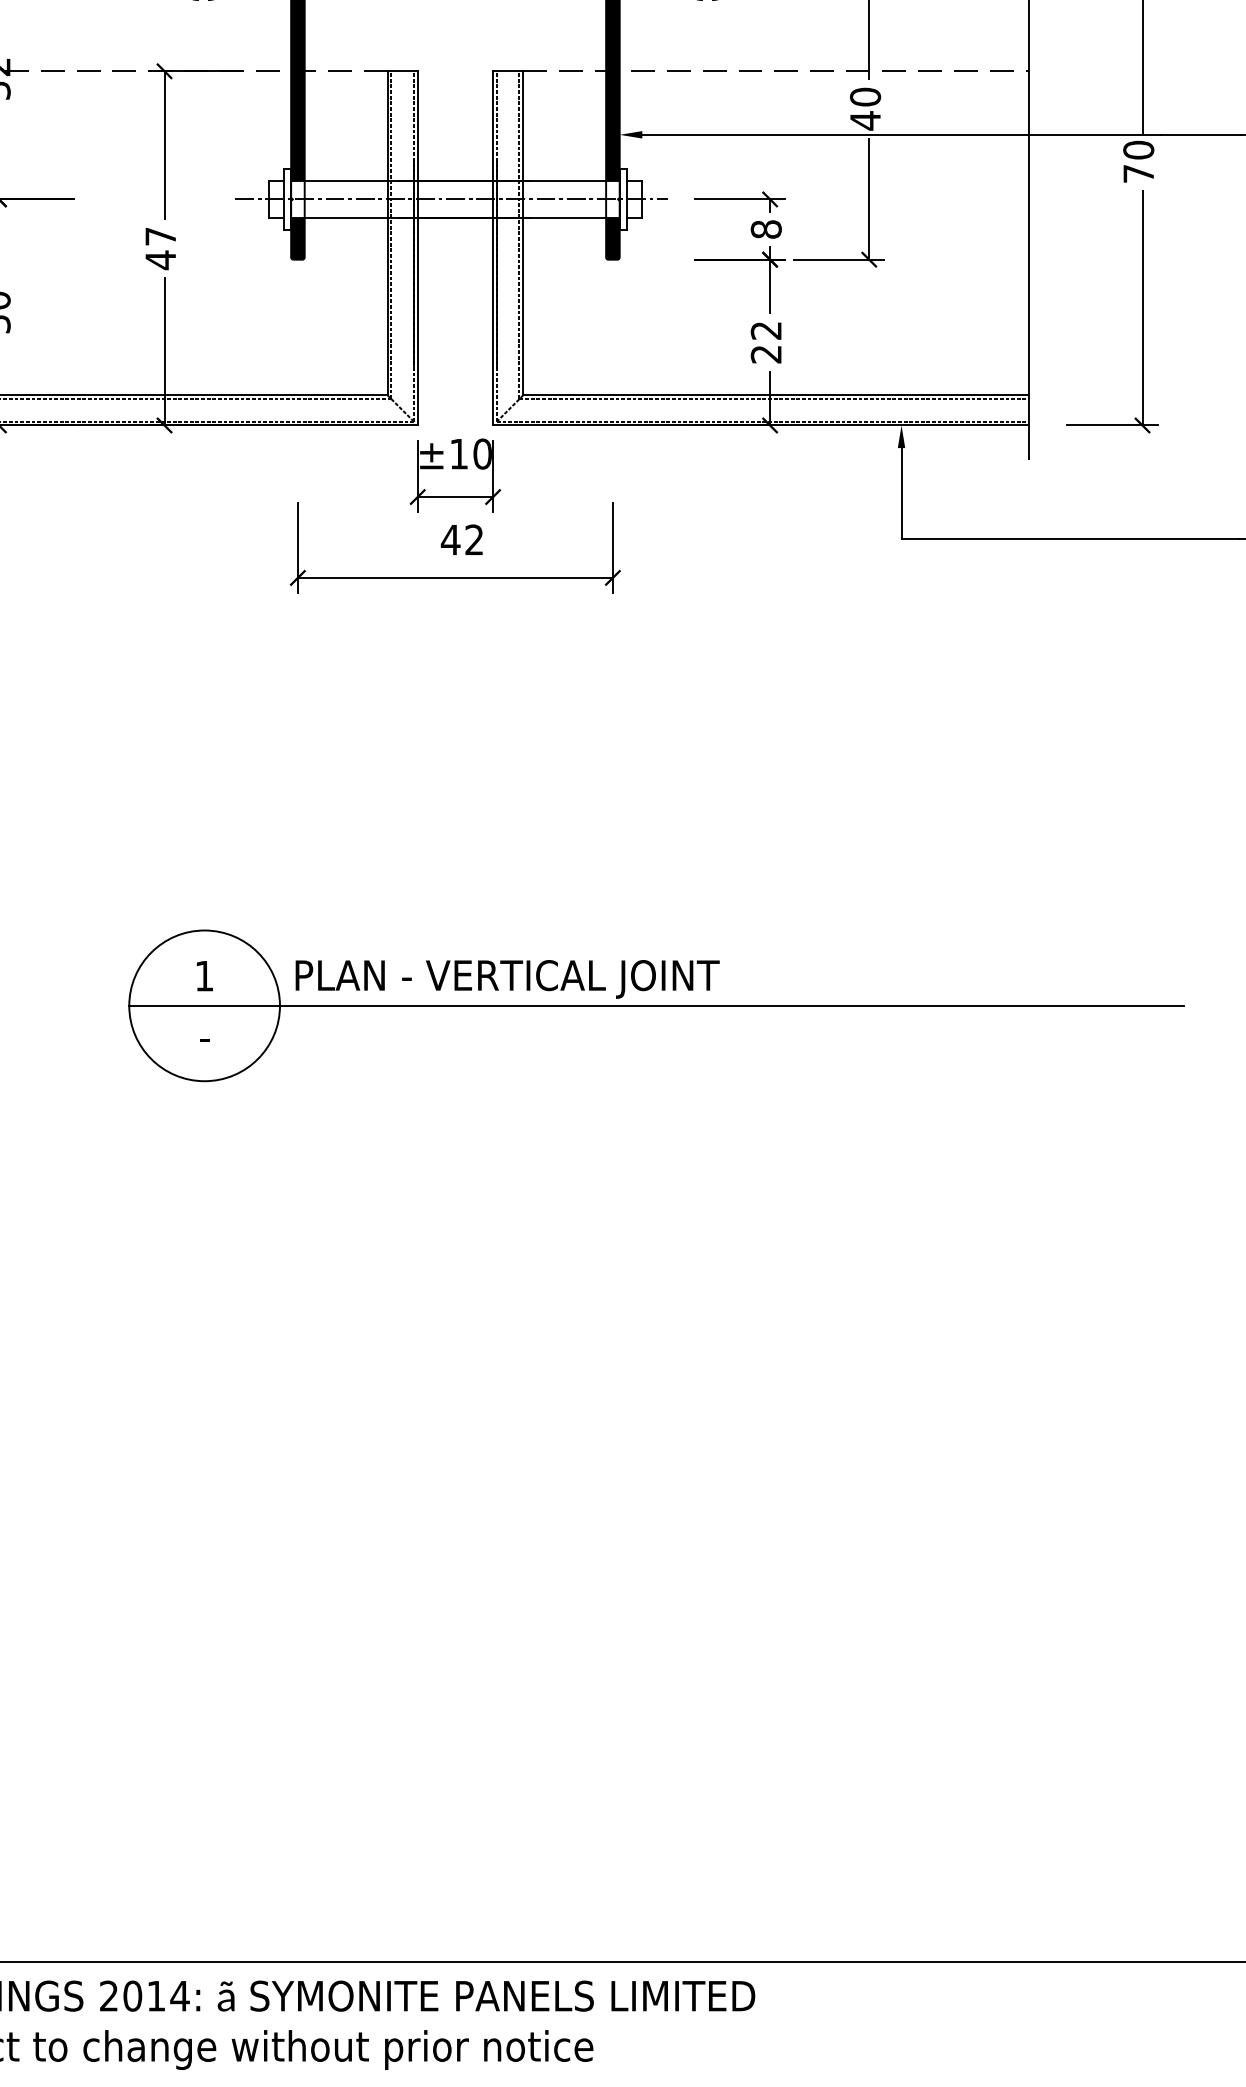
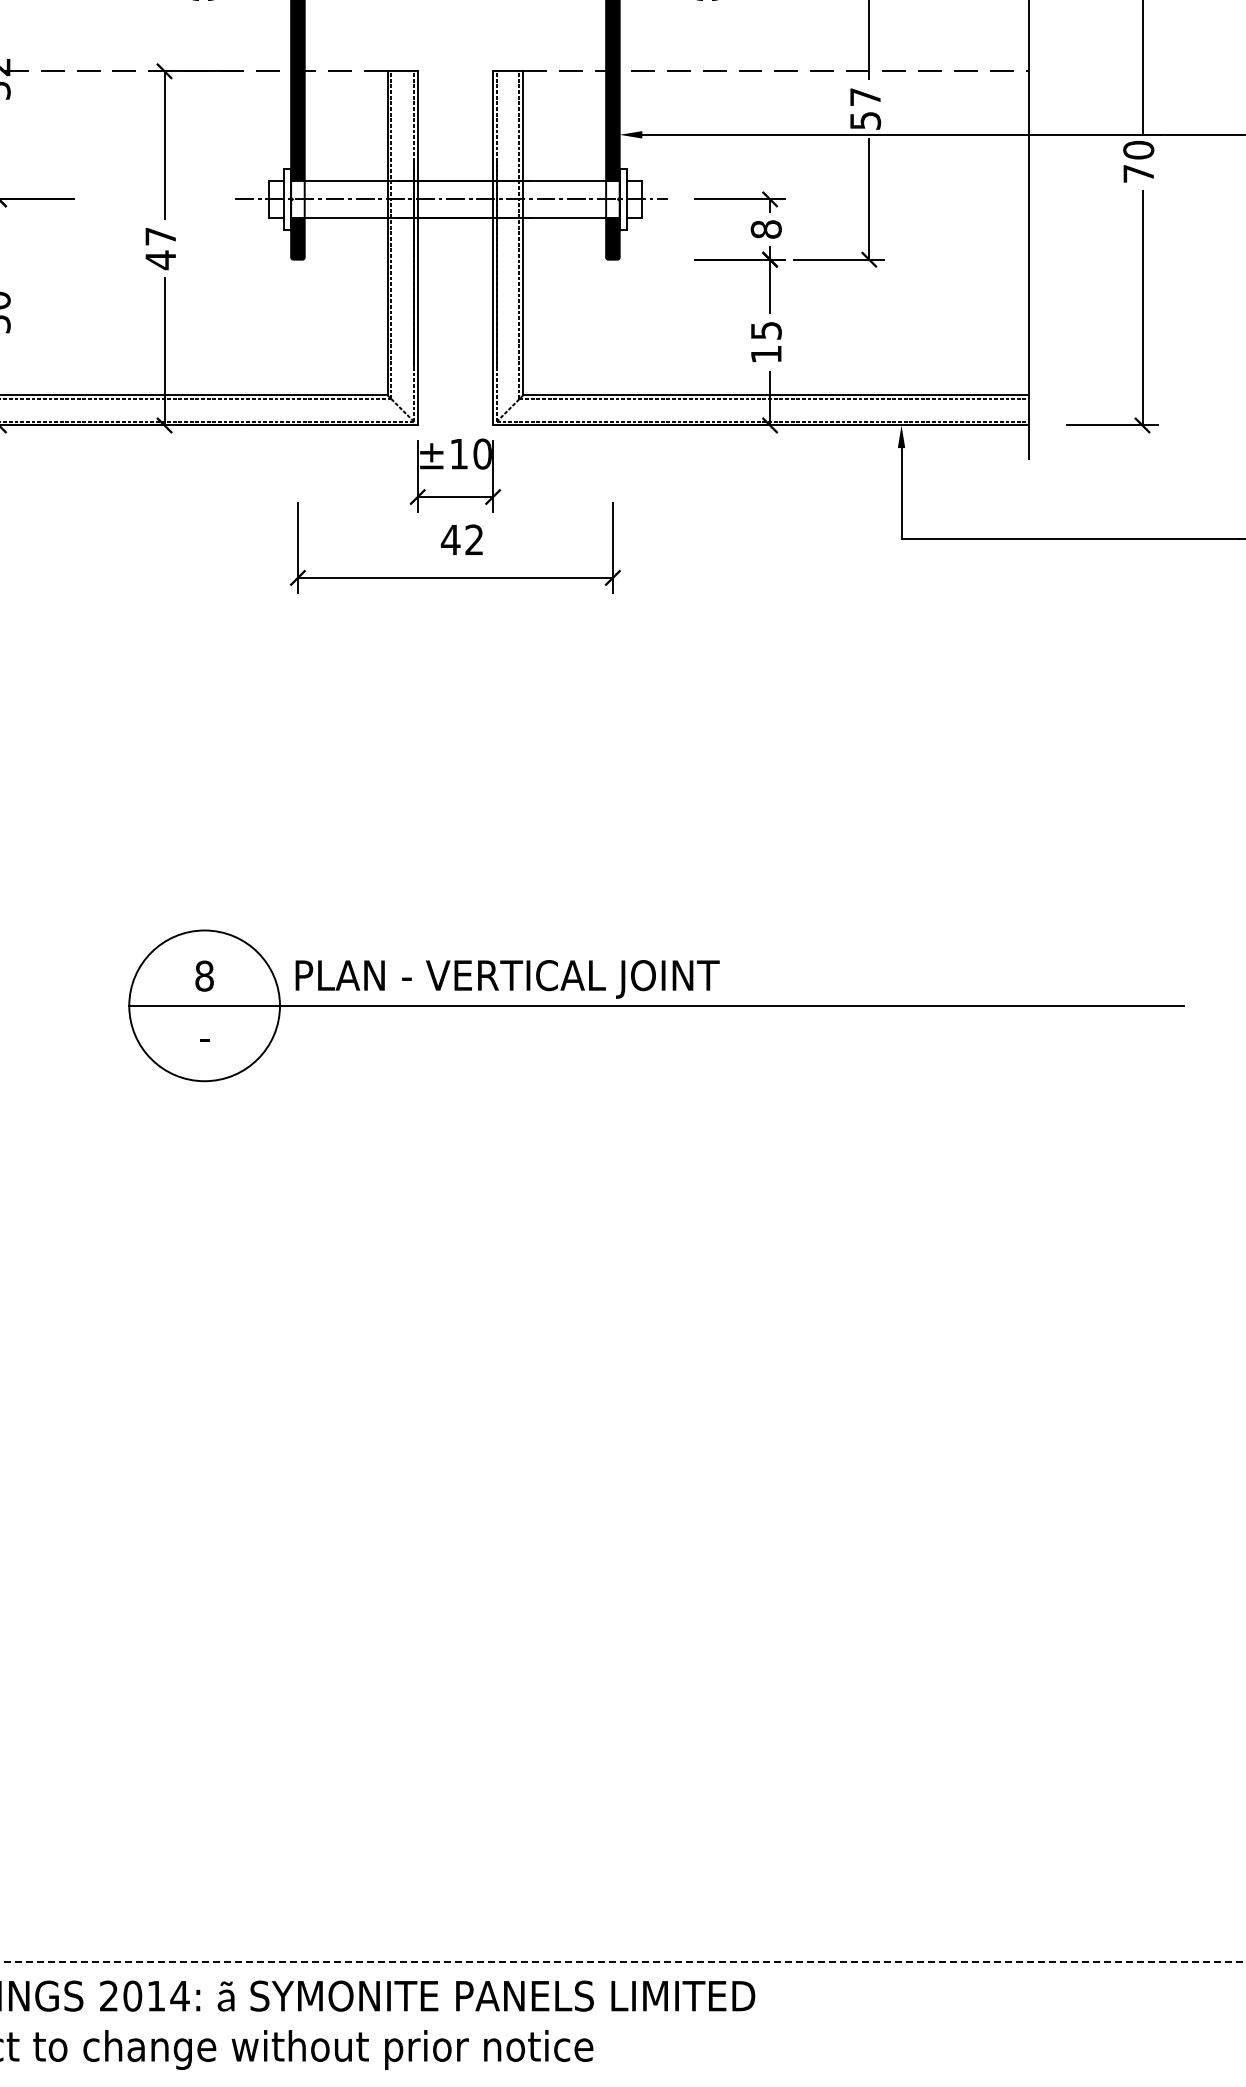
text at (865, 108): 40 -> 57
text at (765, 342): 22 -> 15
text at (204, 975): 1 -> 8
line at (623, 1962): solid -> dashed
